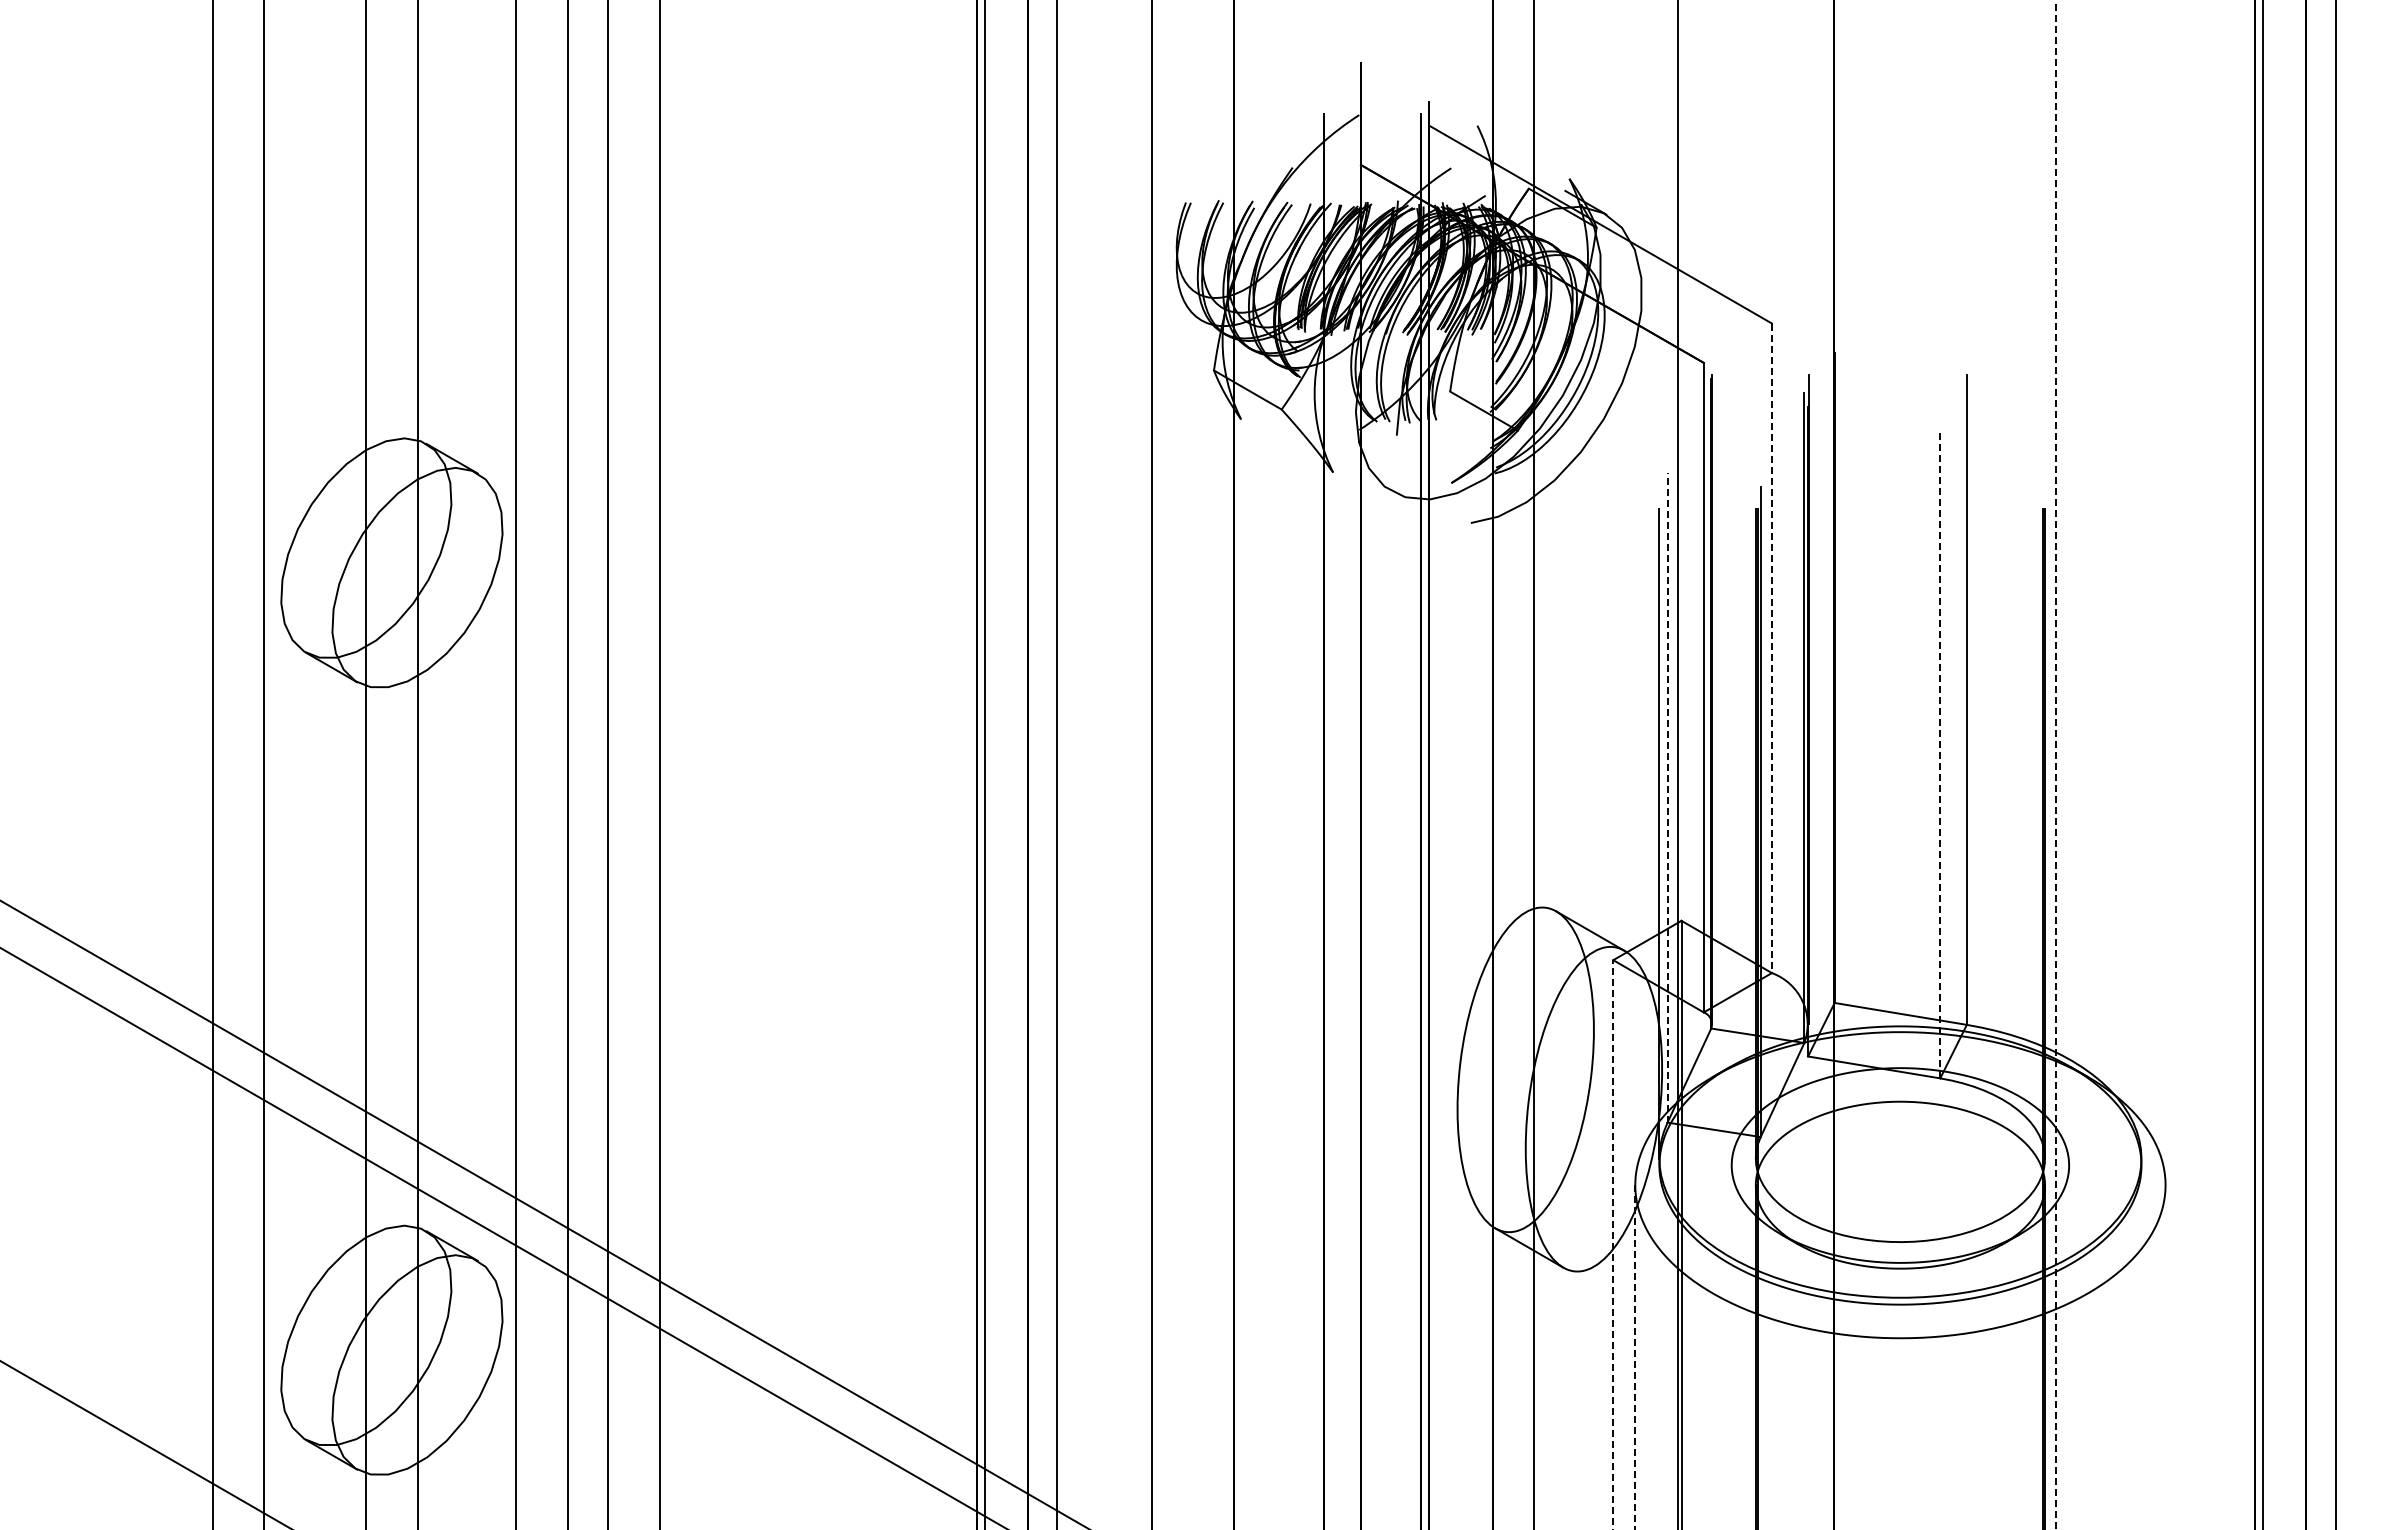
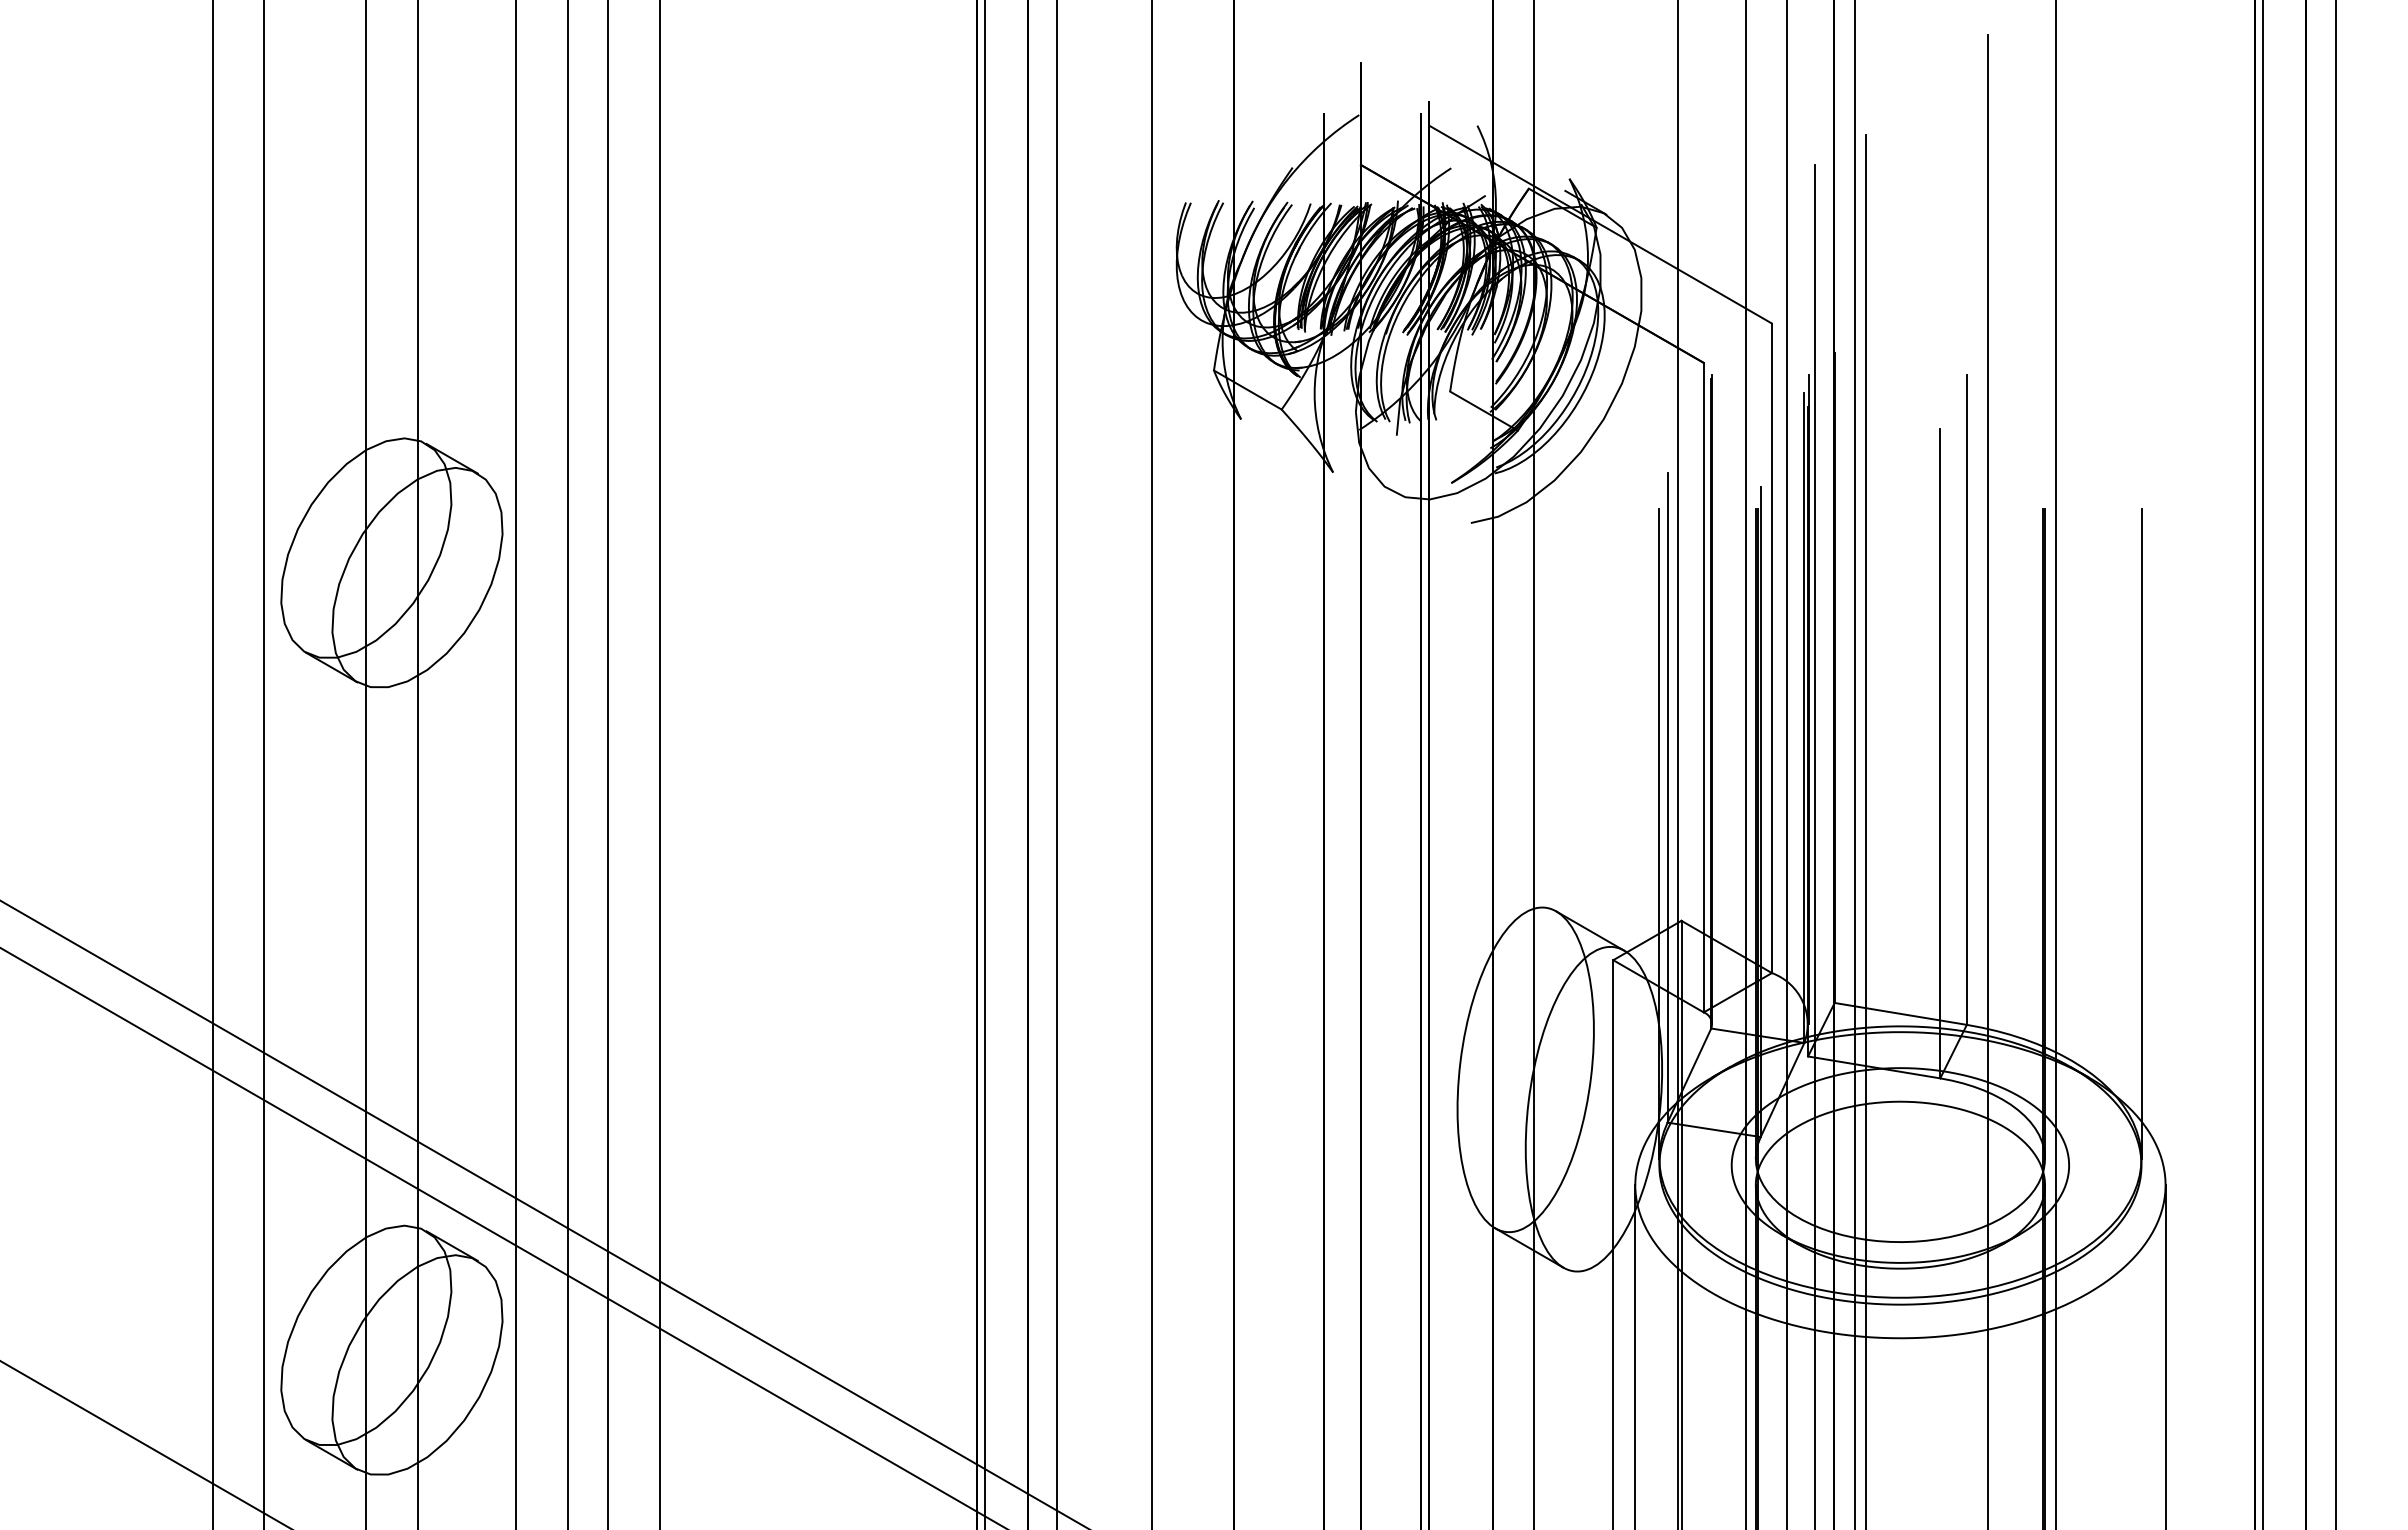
line at (1771, 648): dashed -> solid
line at (1940, 753): dashed -> solid
line at (1746, 764): none -> present
line at (1787, 764): none -> present
line at (1855, 764): none -> present
line at (2056, 764): dashed -> solid
line at (1988, 780): none -> present
line at (1667, 797): dashed -> solid
line at (1866, 830): none -> present
line at (2141, 833): none -> present
line at (1815, 845): none -> present
line at (1613, 1245): dashed -> solid
line at (2165, 1355): none -> present
line at (1635, 1358): dashed -> solid
